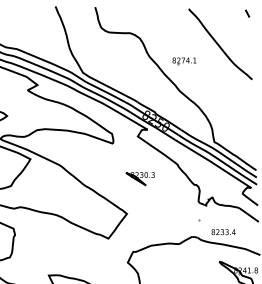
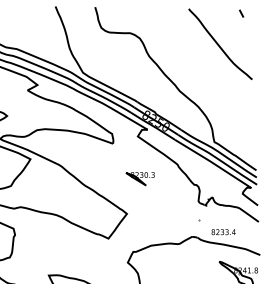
line at (247, 13) position: (247, 13) -> (241, 13)
part at (184, 61): present -> none
